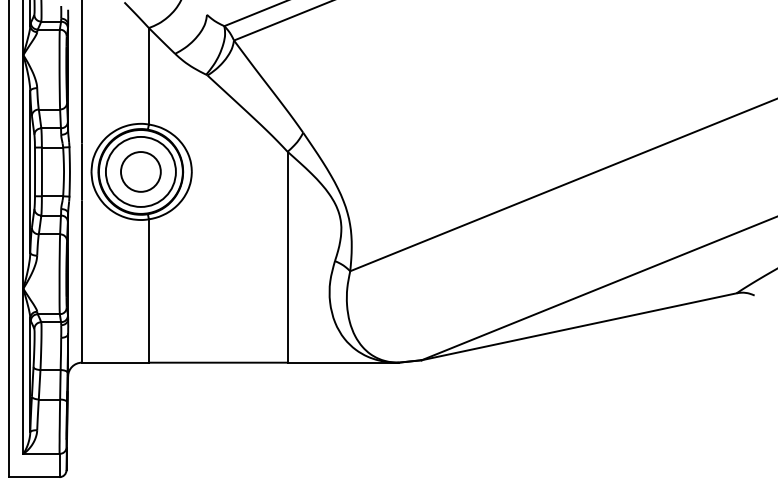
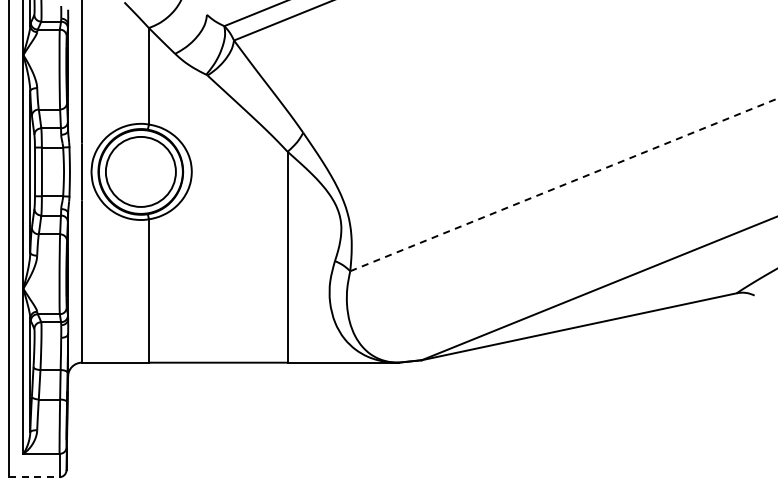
circle at (140, 171): present -> none
line at (564, 184): solid -> dashed
line at (34, 477): solid -> dashed
